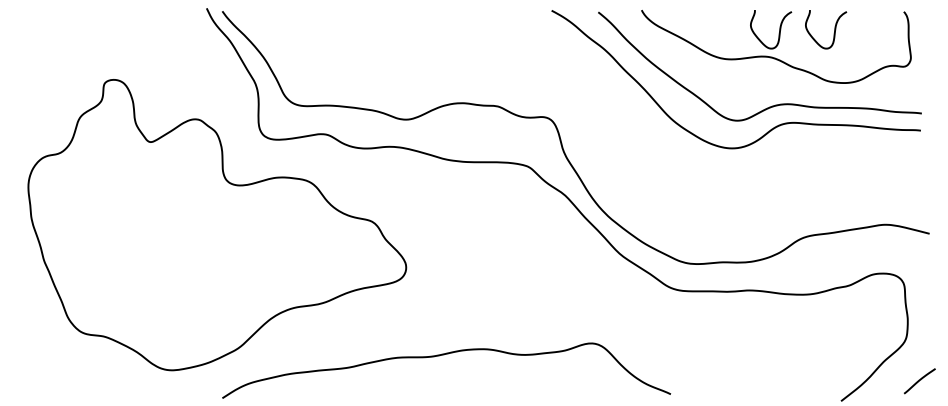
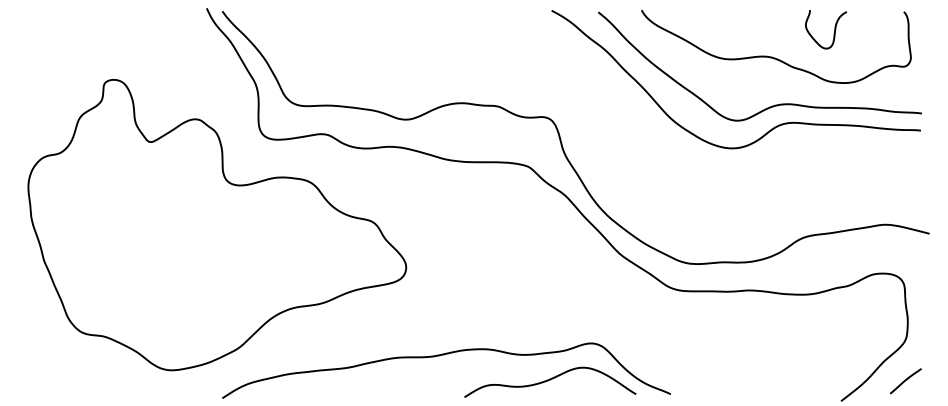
curve at (779, 29): present -> none
curve at (550, 380): none -> present
curve at (919, 381) position: (919, 381) -> (905, 381)
